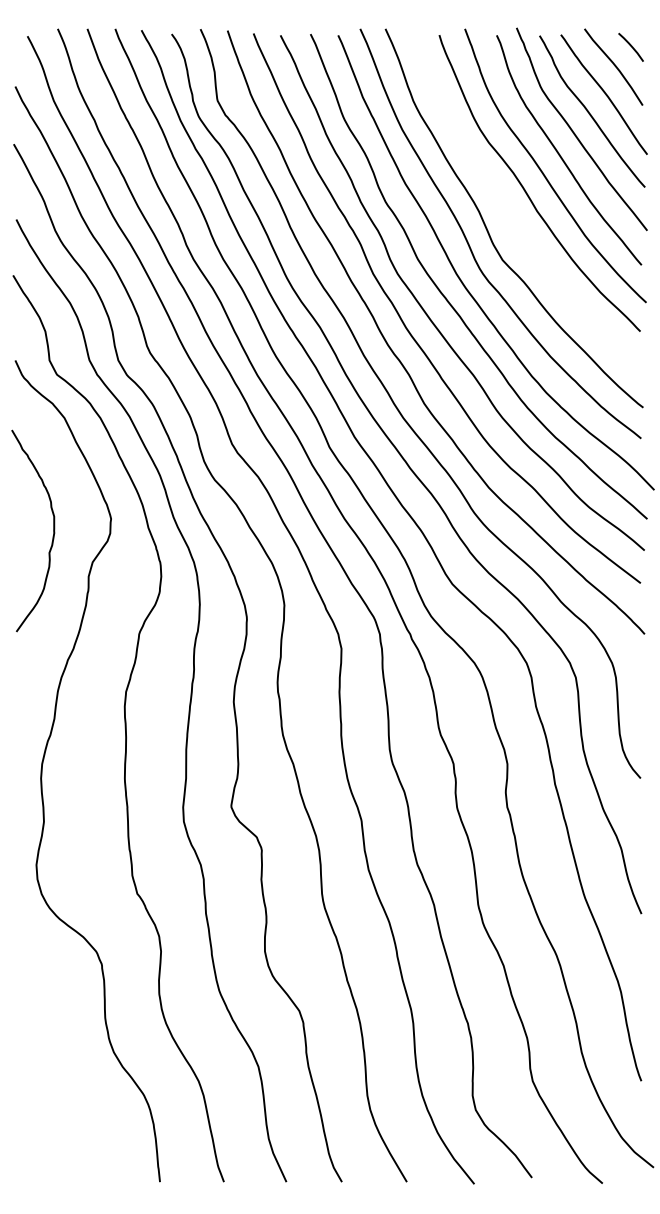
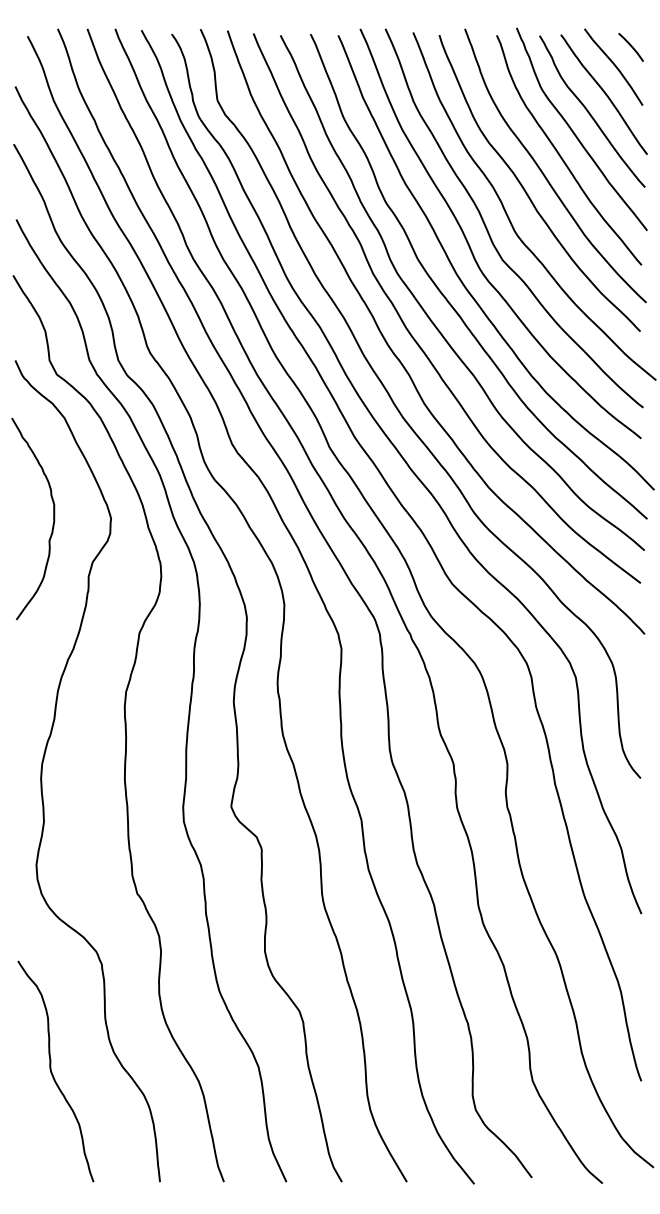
curve at (510, 219): none -> present
curve at (52, 536) position: (52, 536) -> (52, 524)
curve at (52, 1072): none -> present
